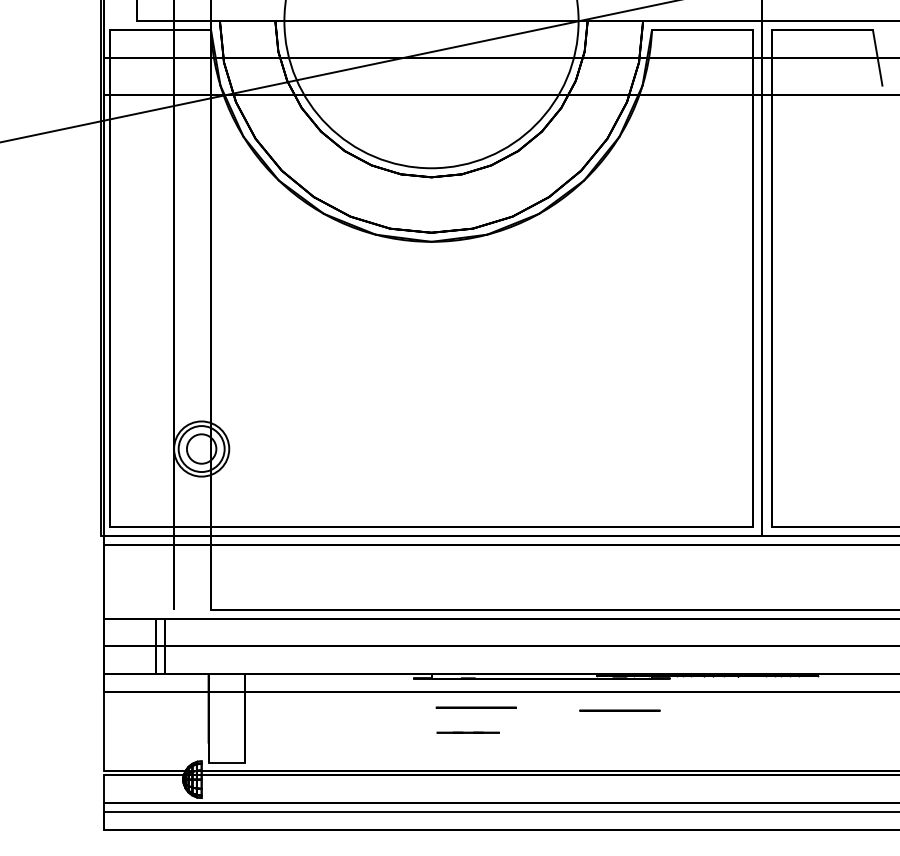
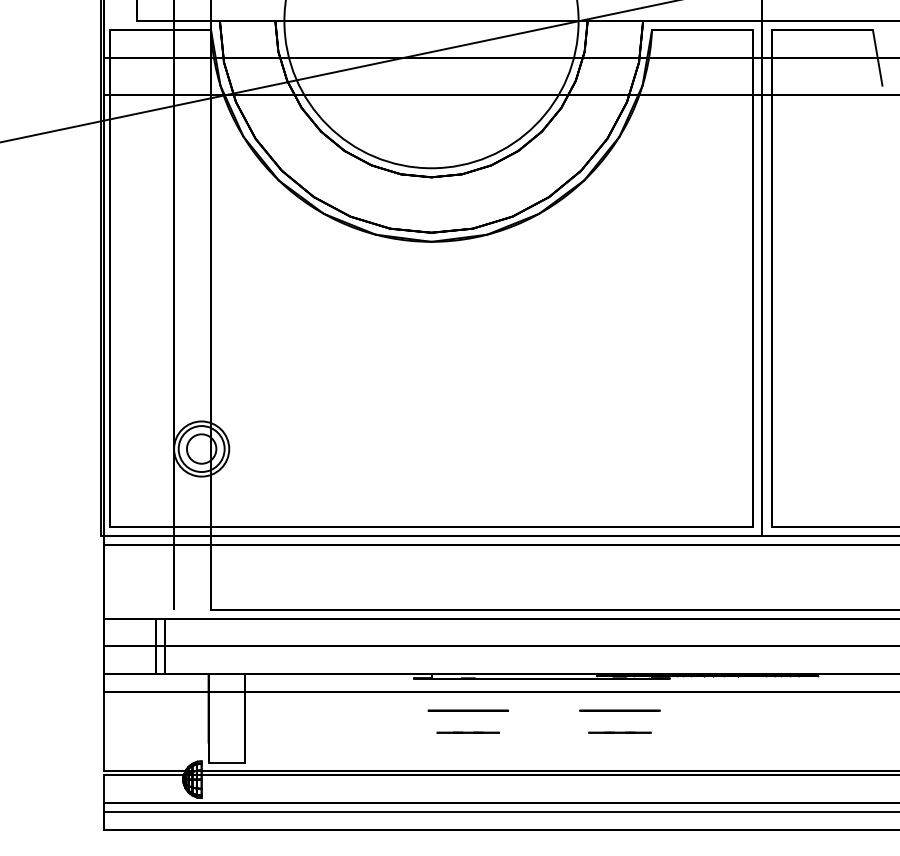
circle at (475, 707) position: (475, 707) -> (467, 710)
line at (619, 732): none -> present
